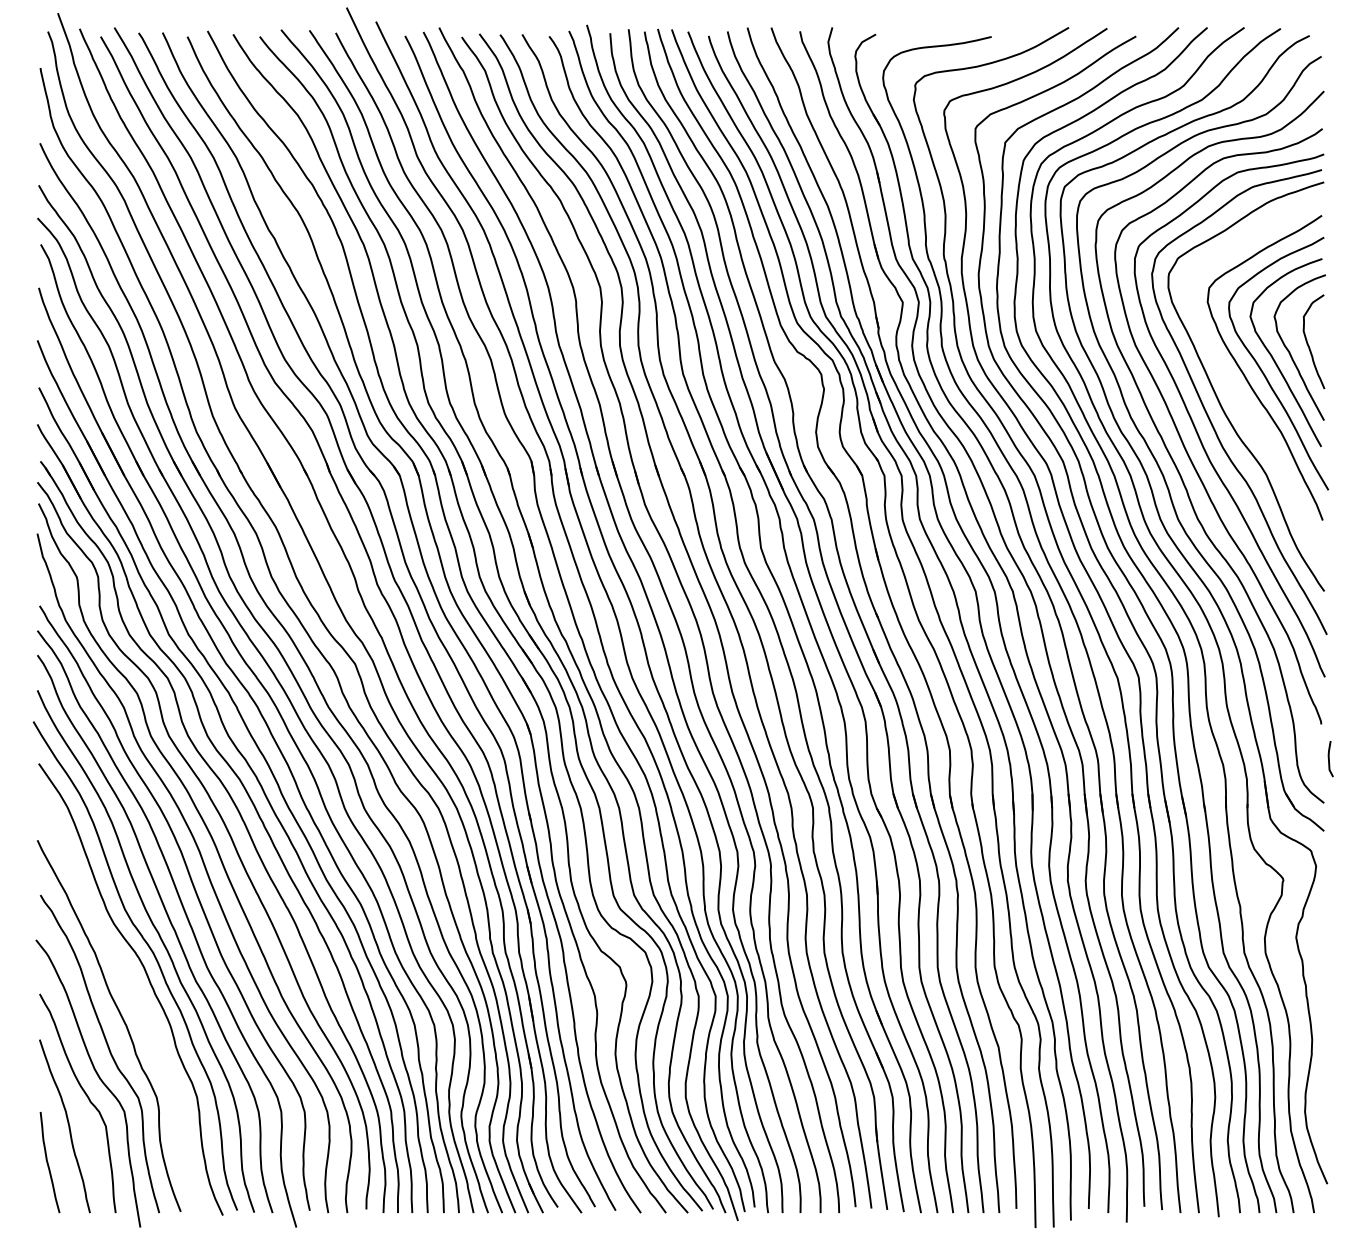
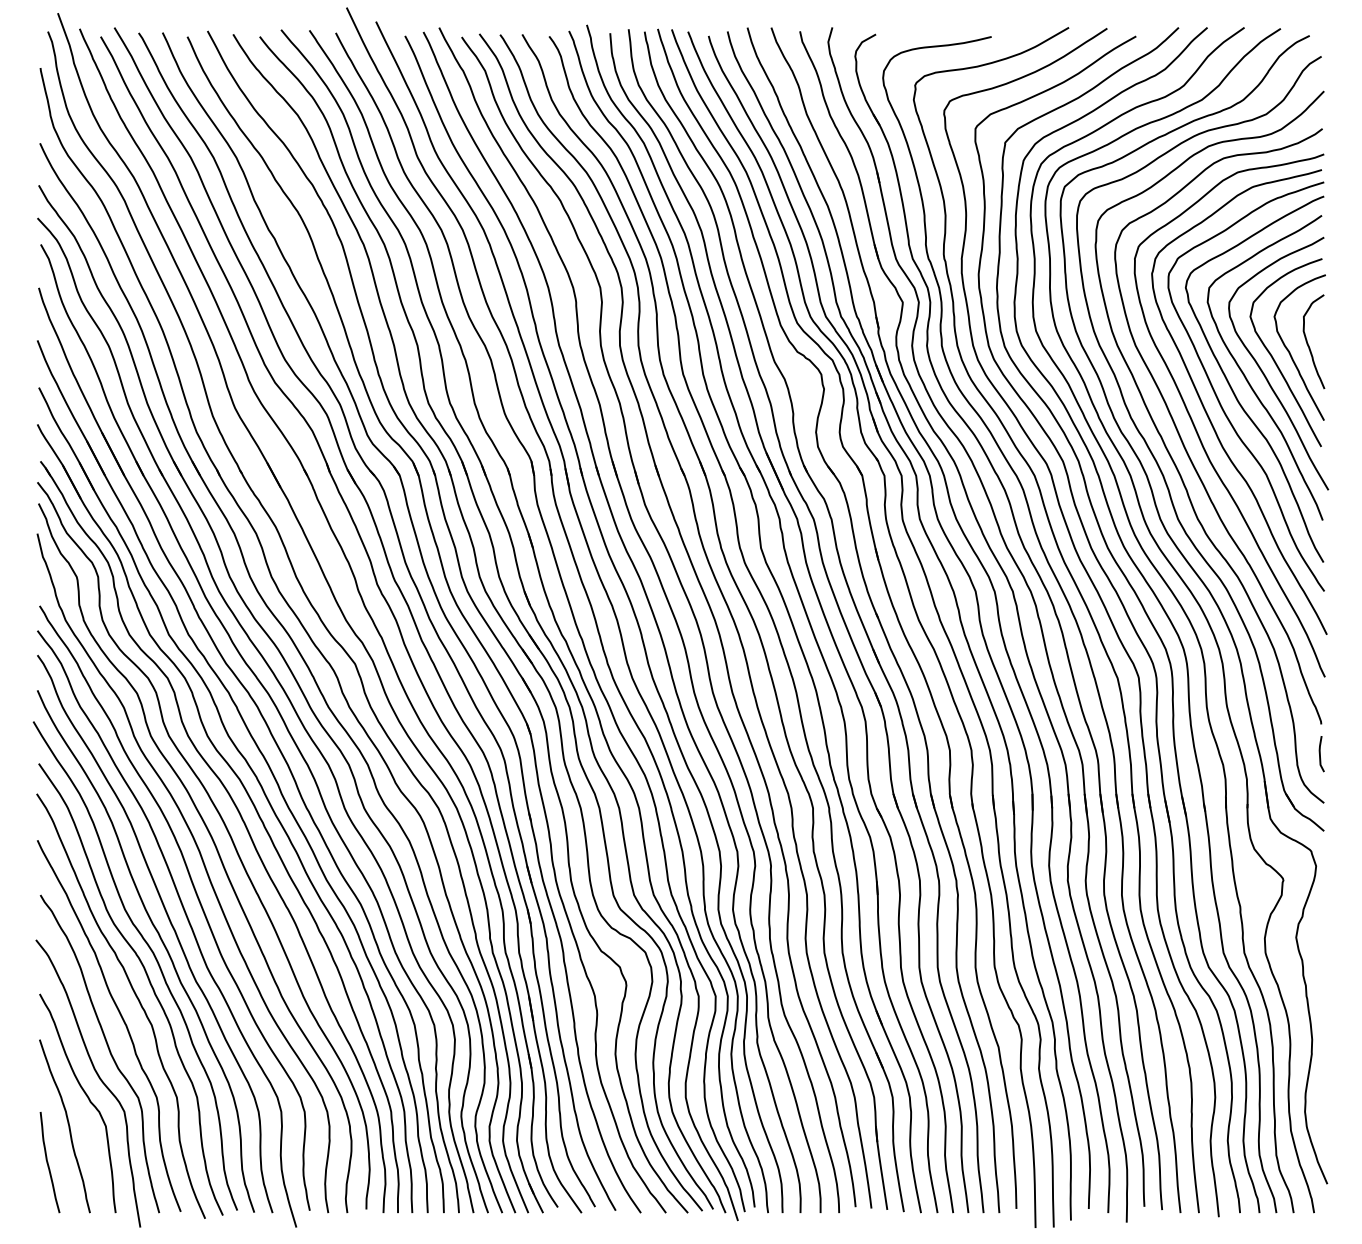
curve at (1232, 388): none -> present
line at (1329, 759) position: (1329, 759) -> (1320, 754)
curve at (136, 998): none -> present
